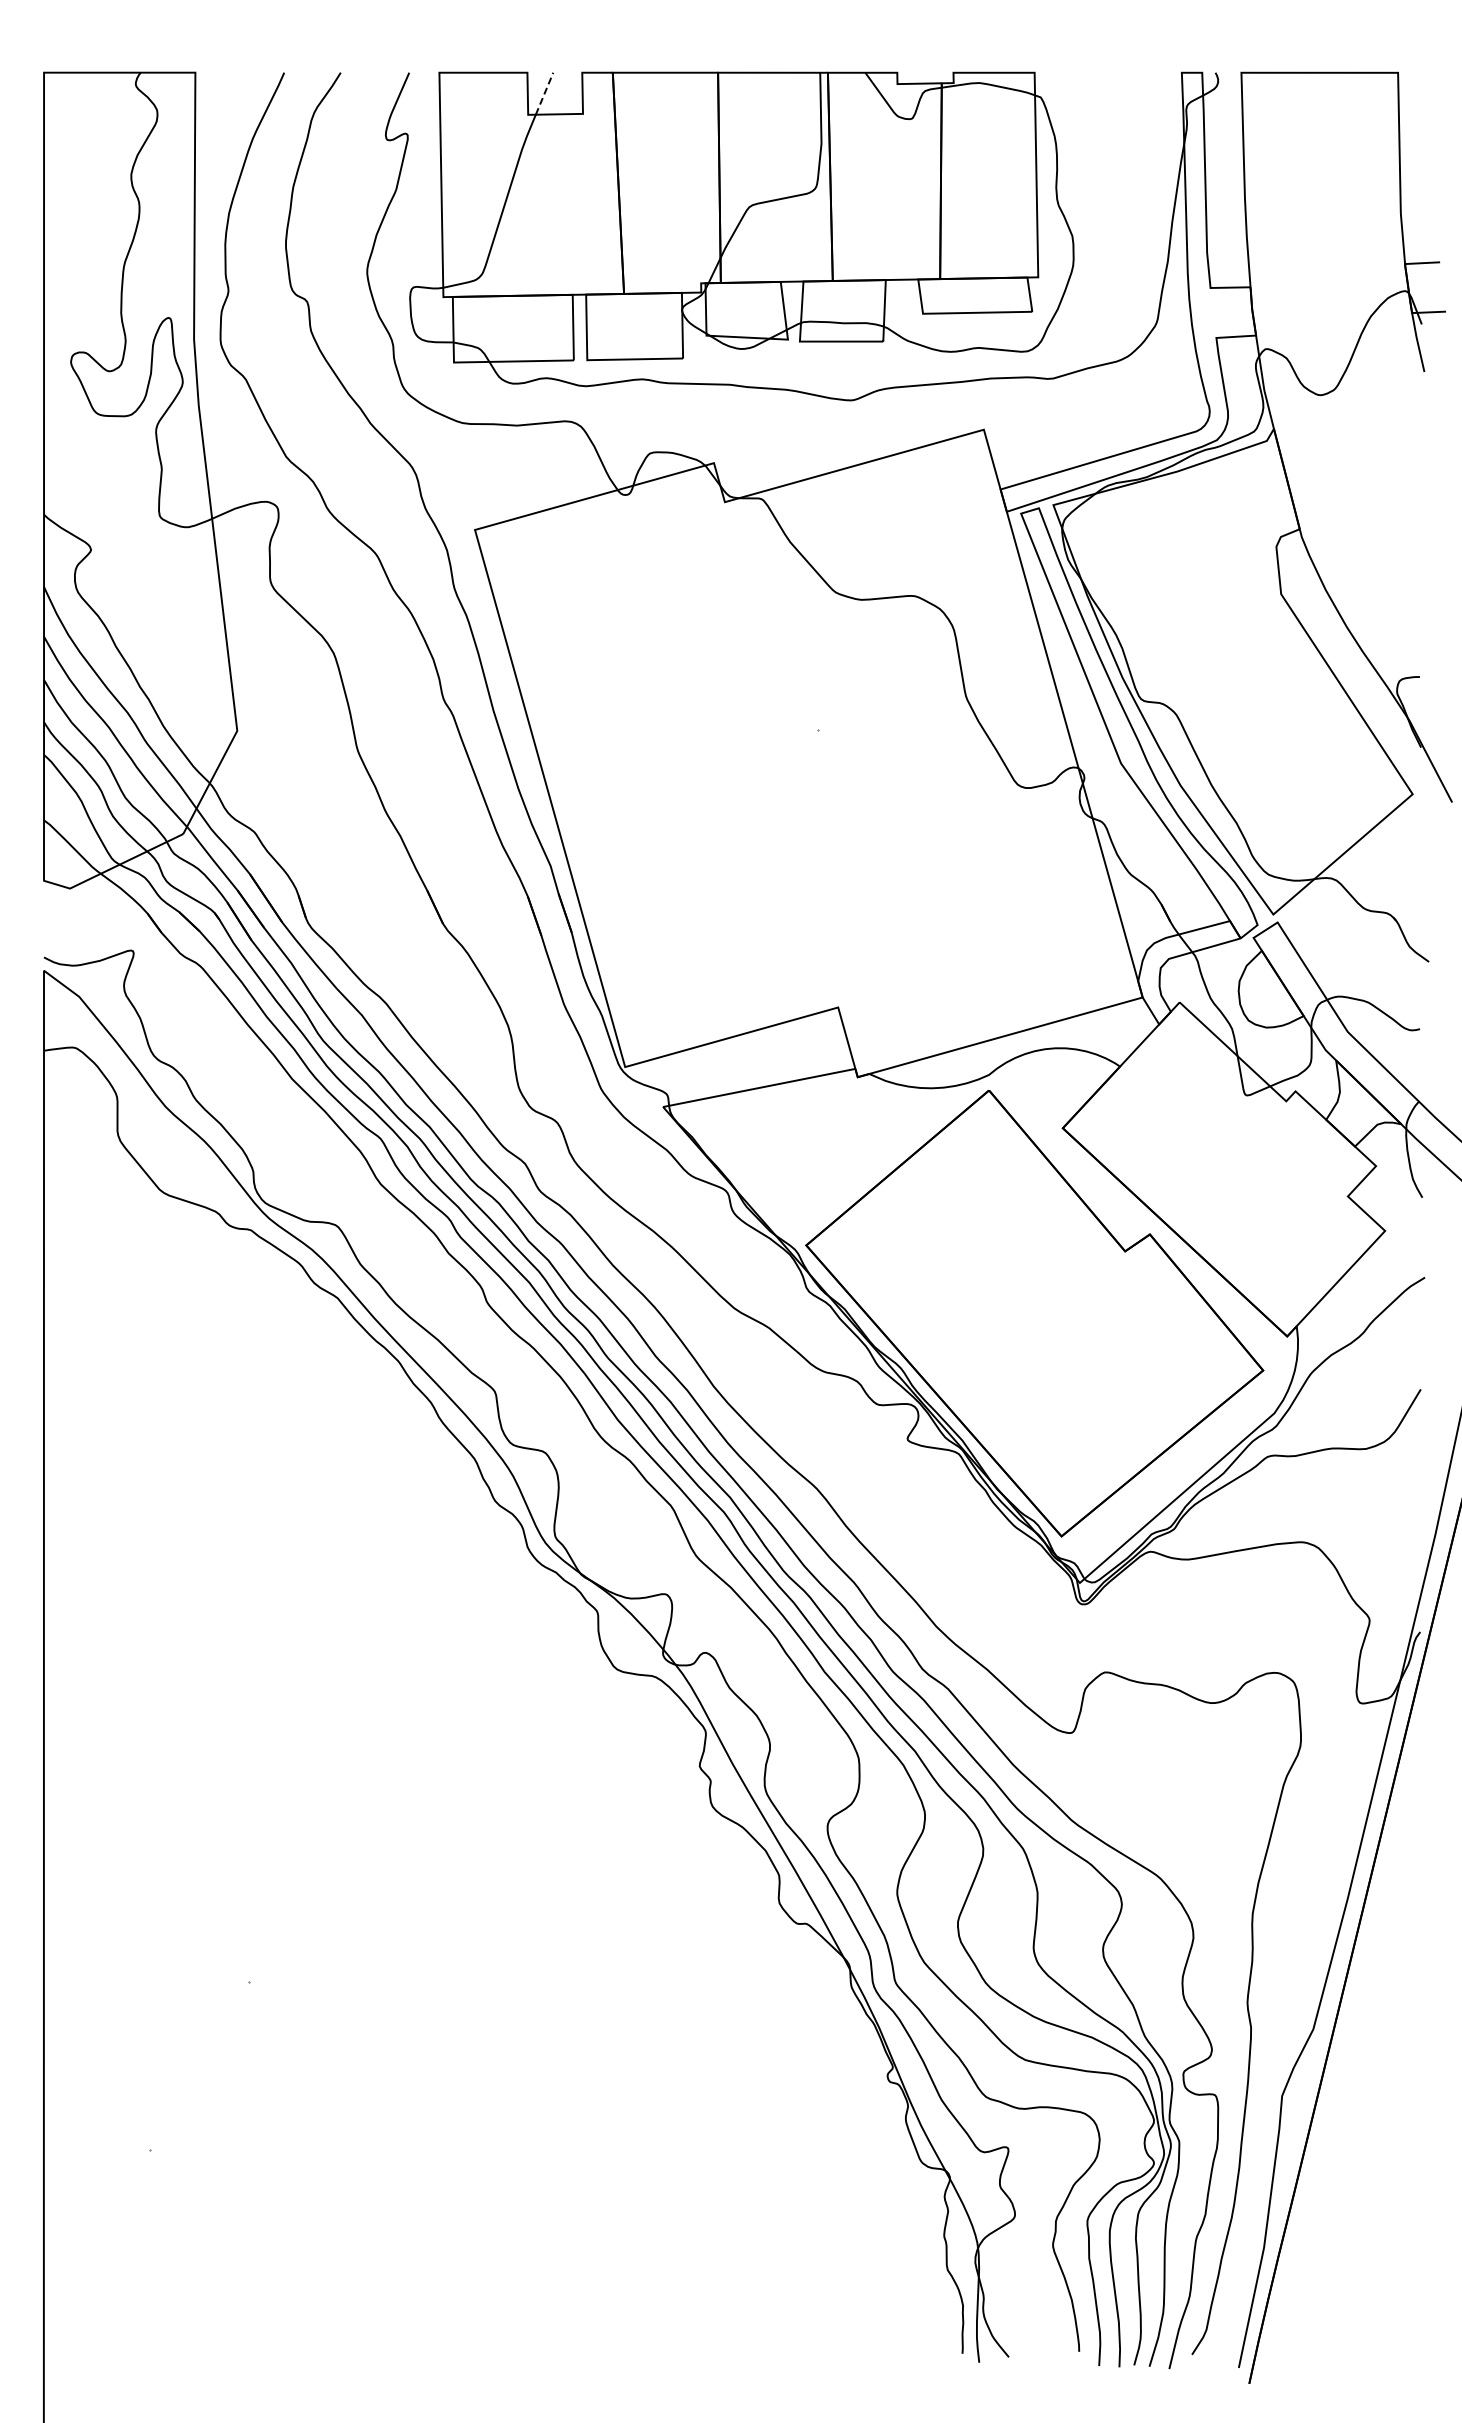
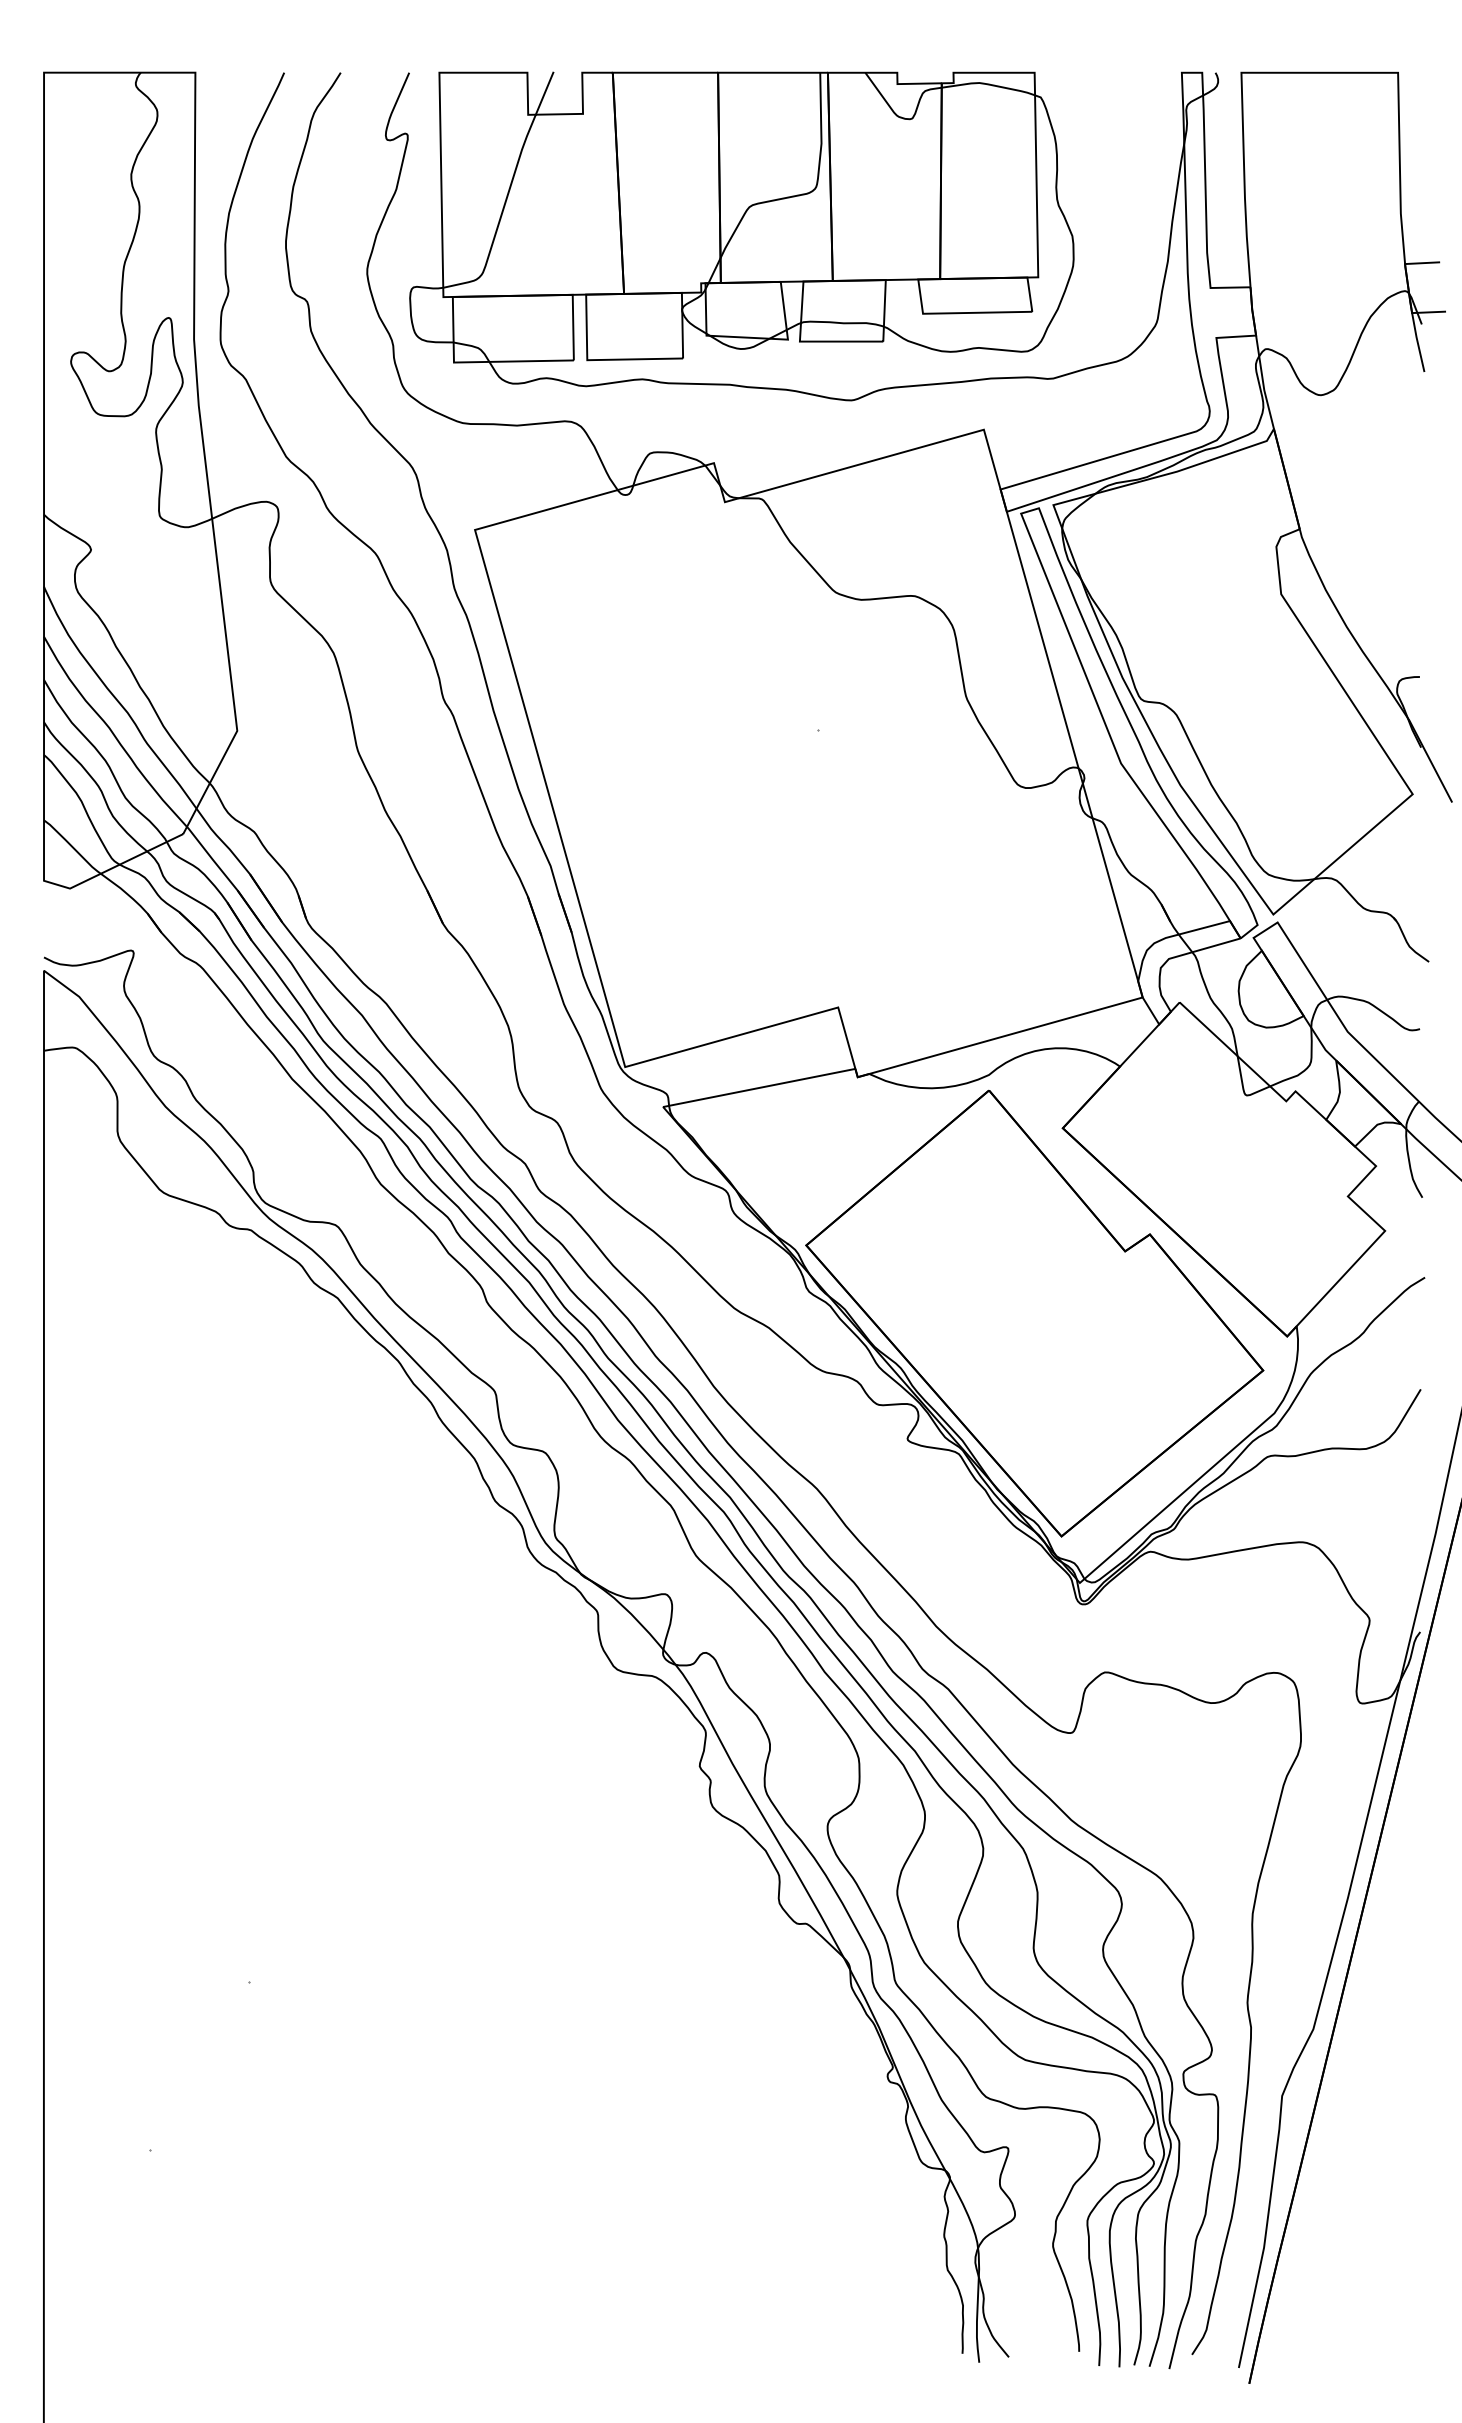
line at (544, 93): dashed -> solid
